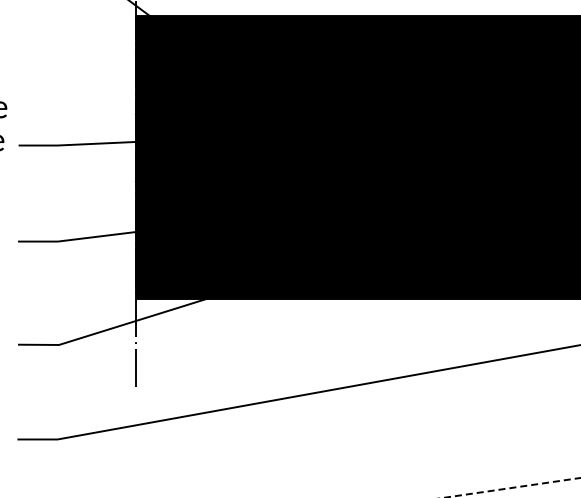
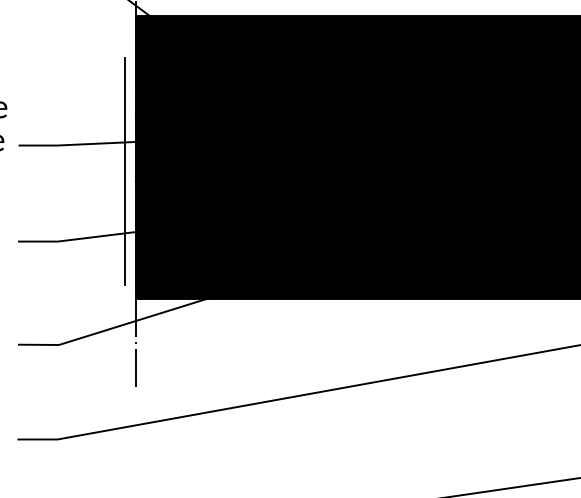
line at (124, 171): none -> present
line at (511, 487): dashed -> solid
